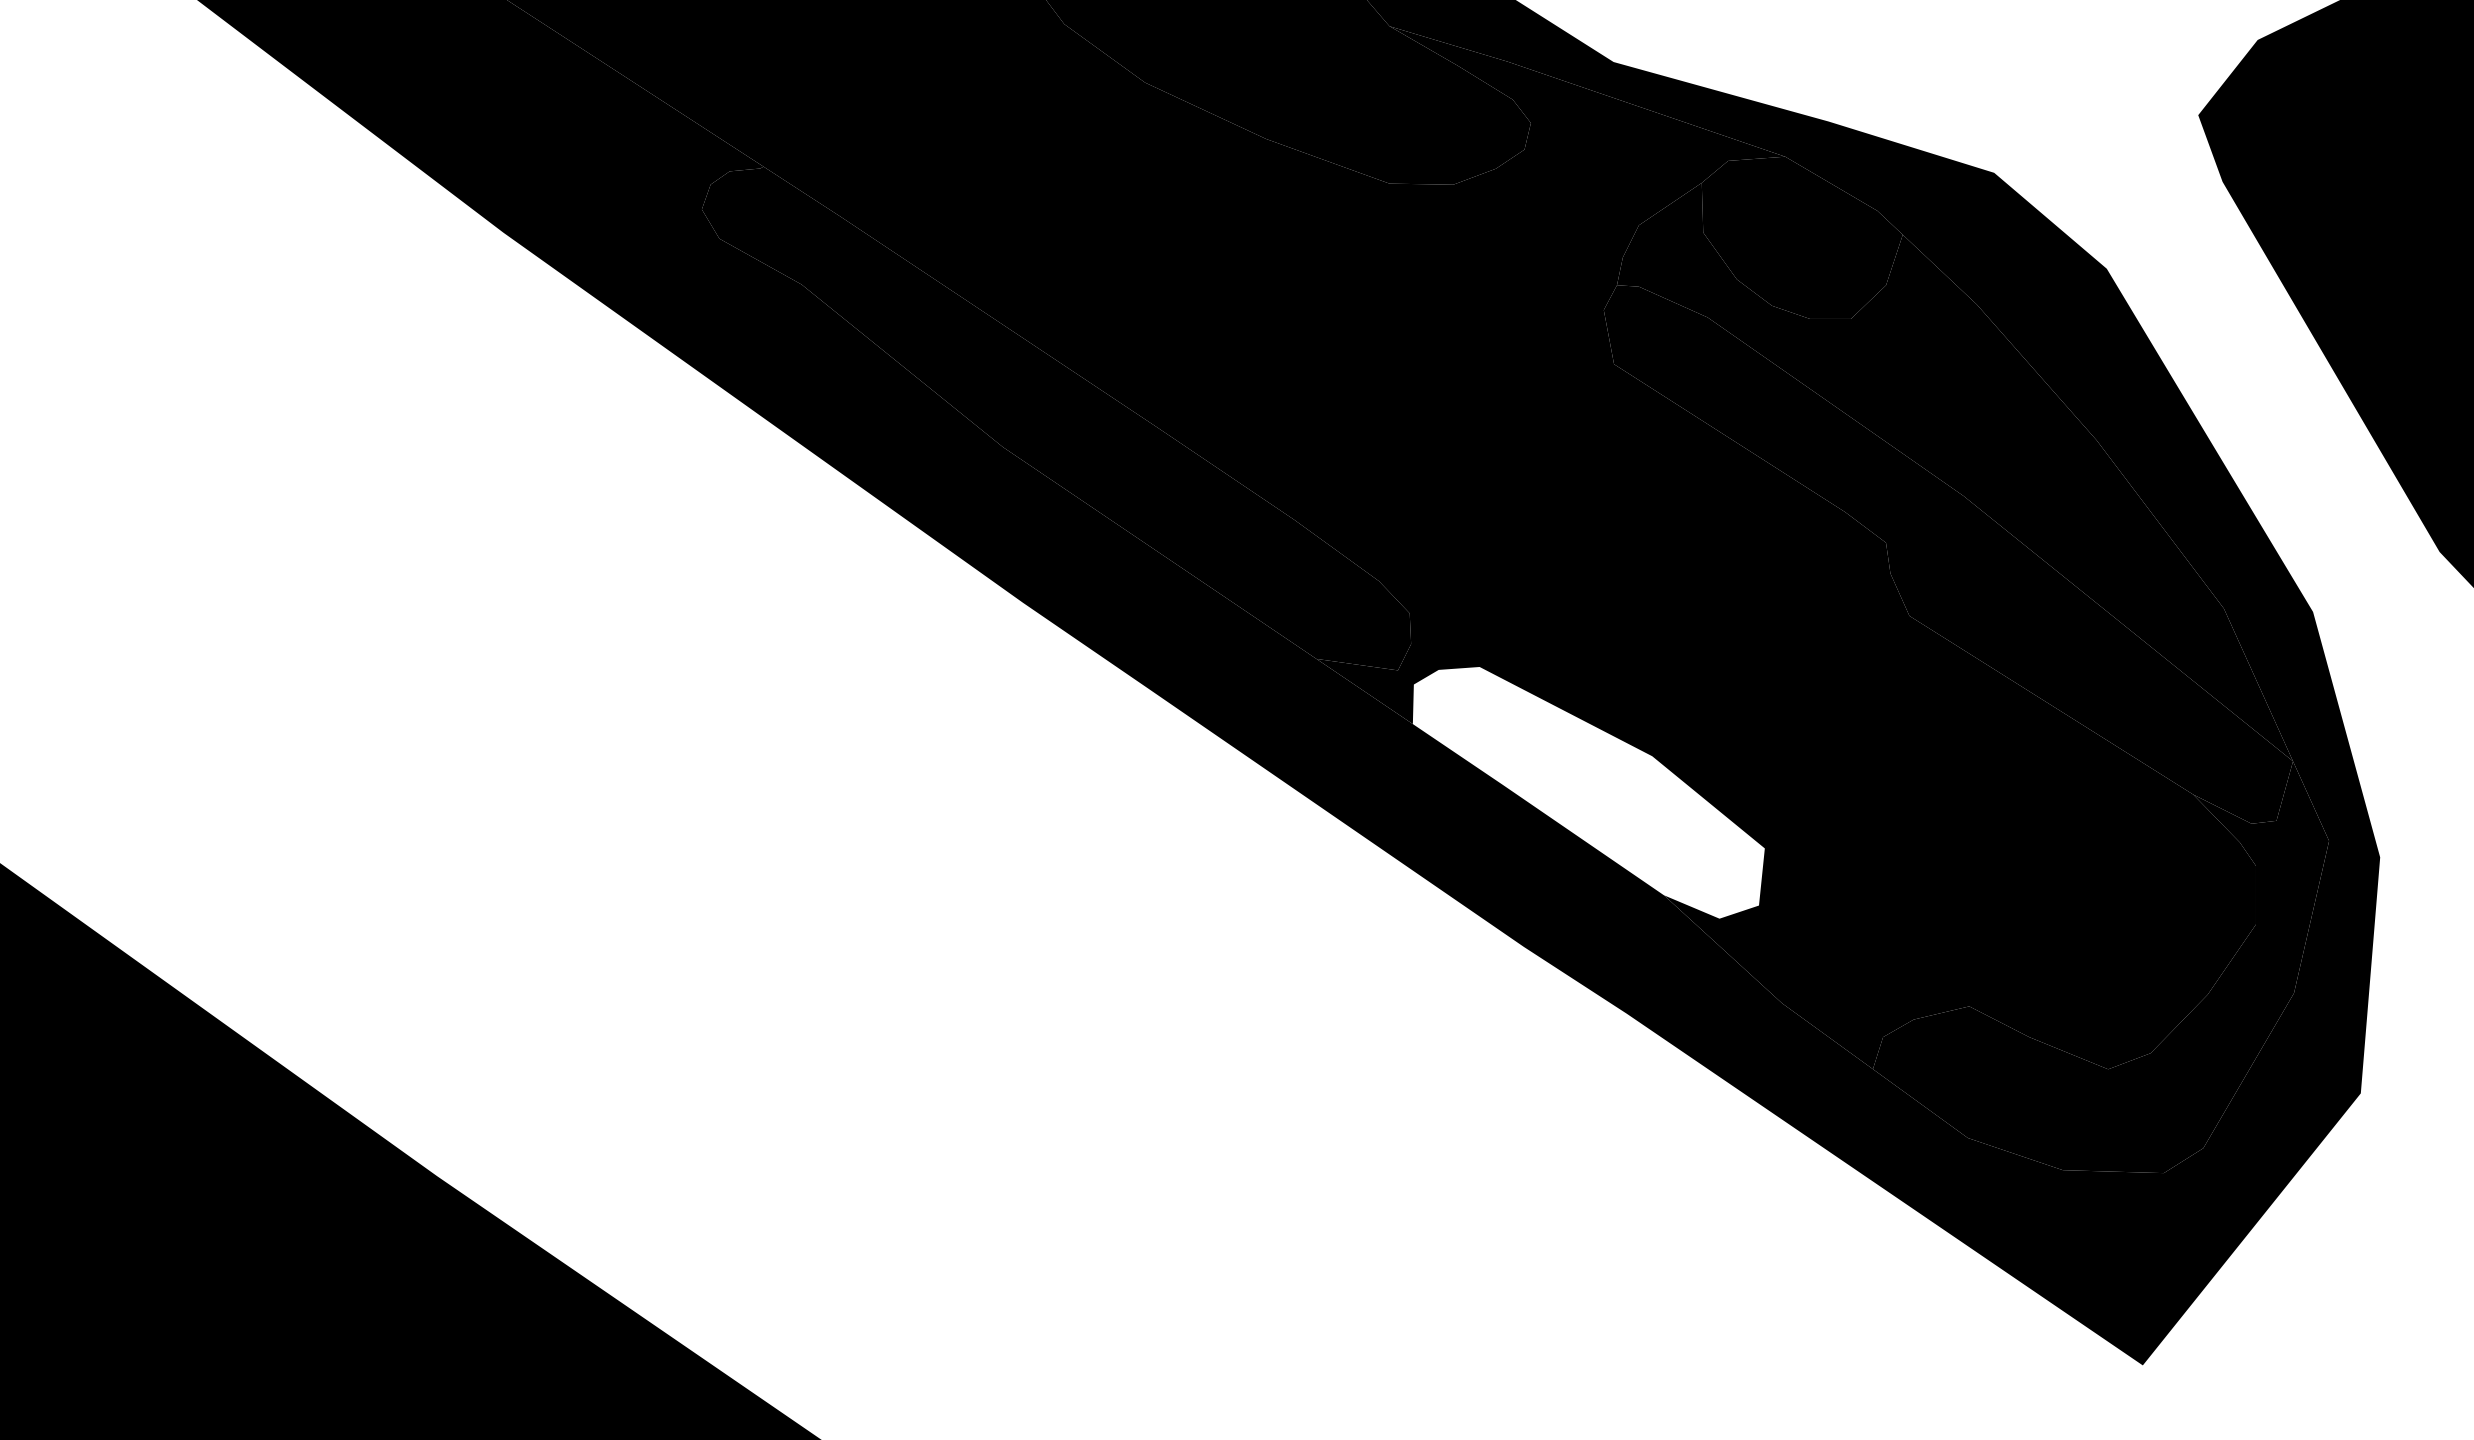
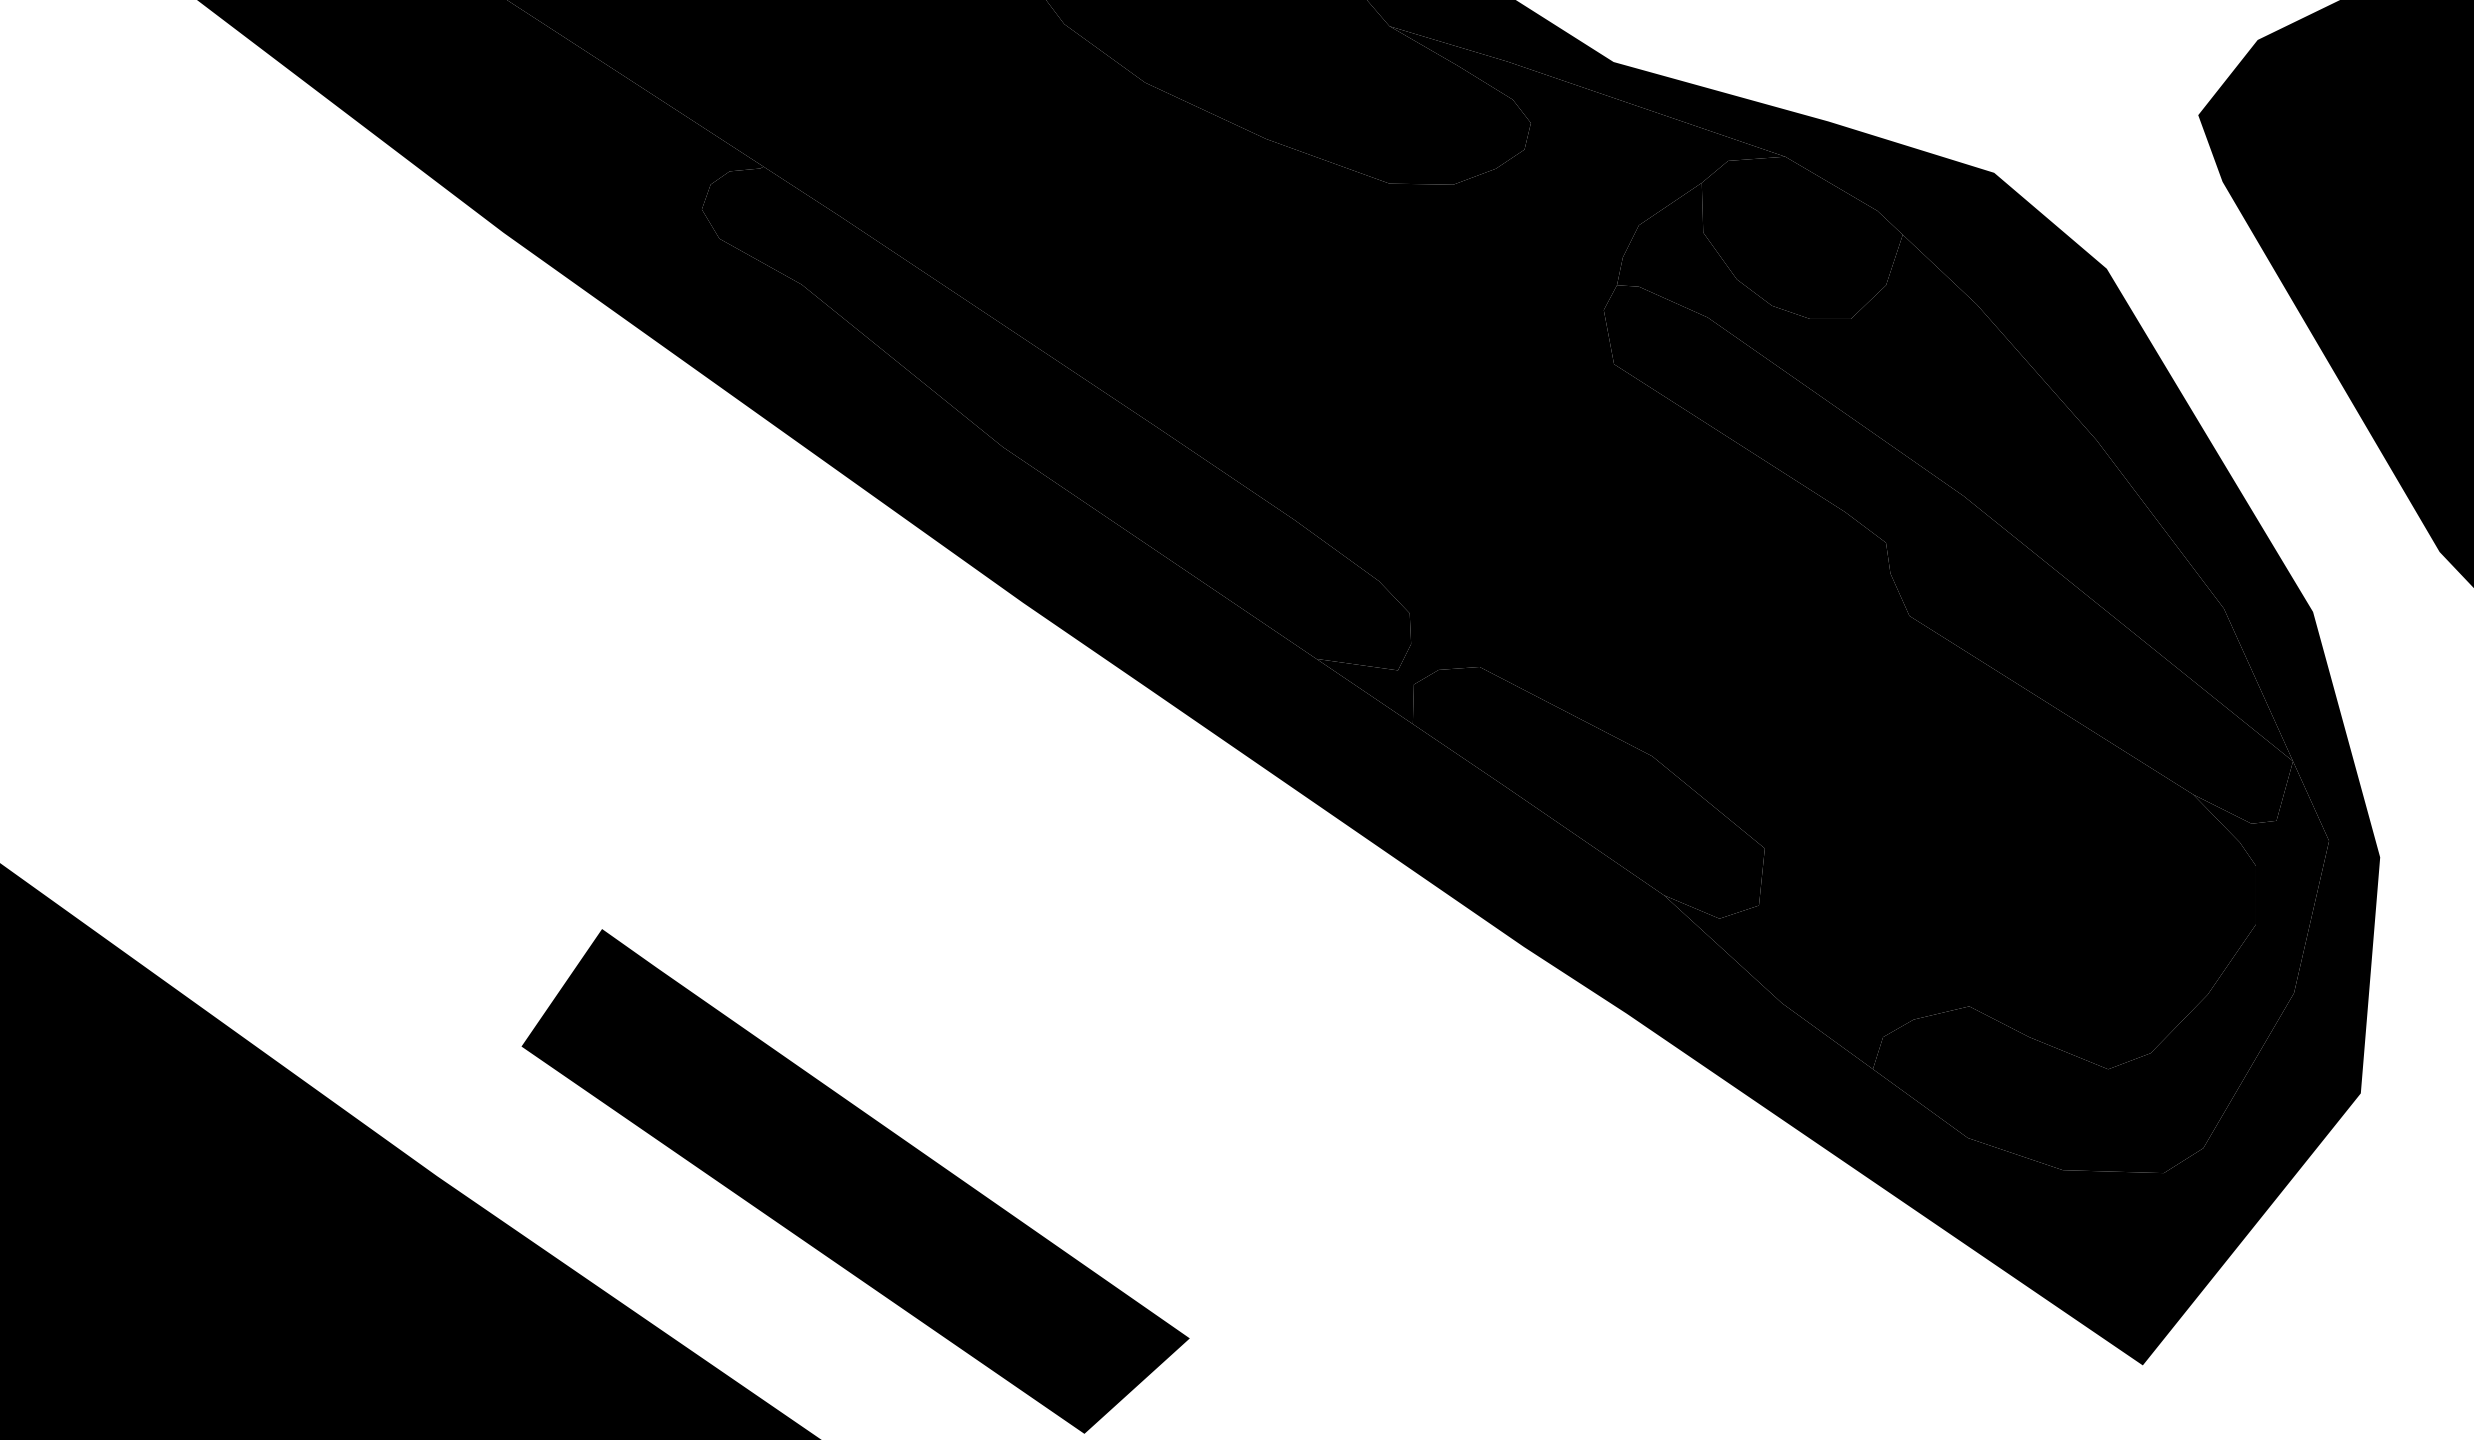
fill at (1588, 792): none -> present
fill at (855, 1181): none -> present
